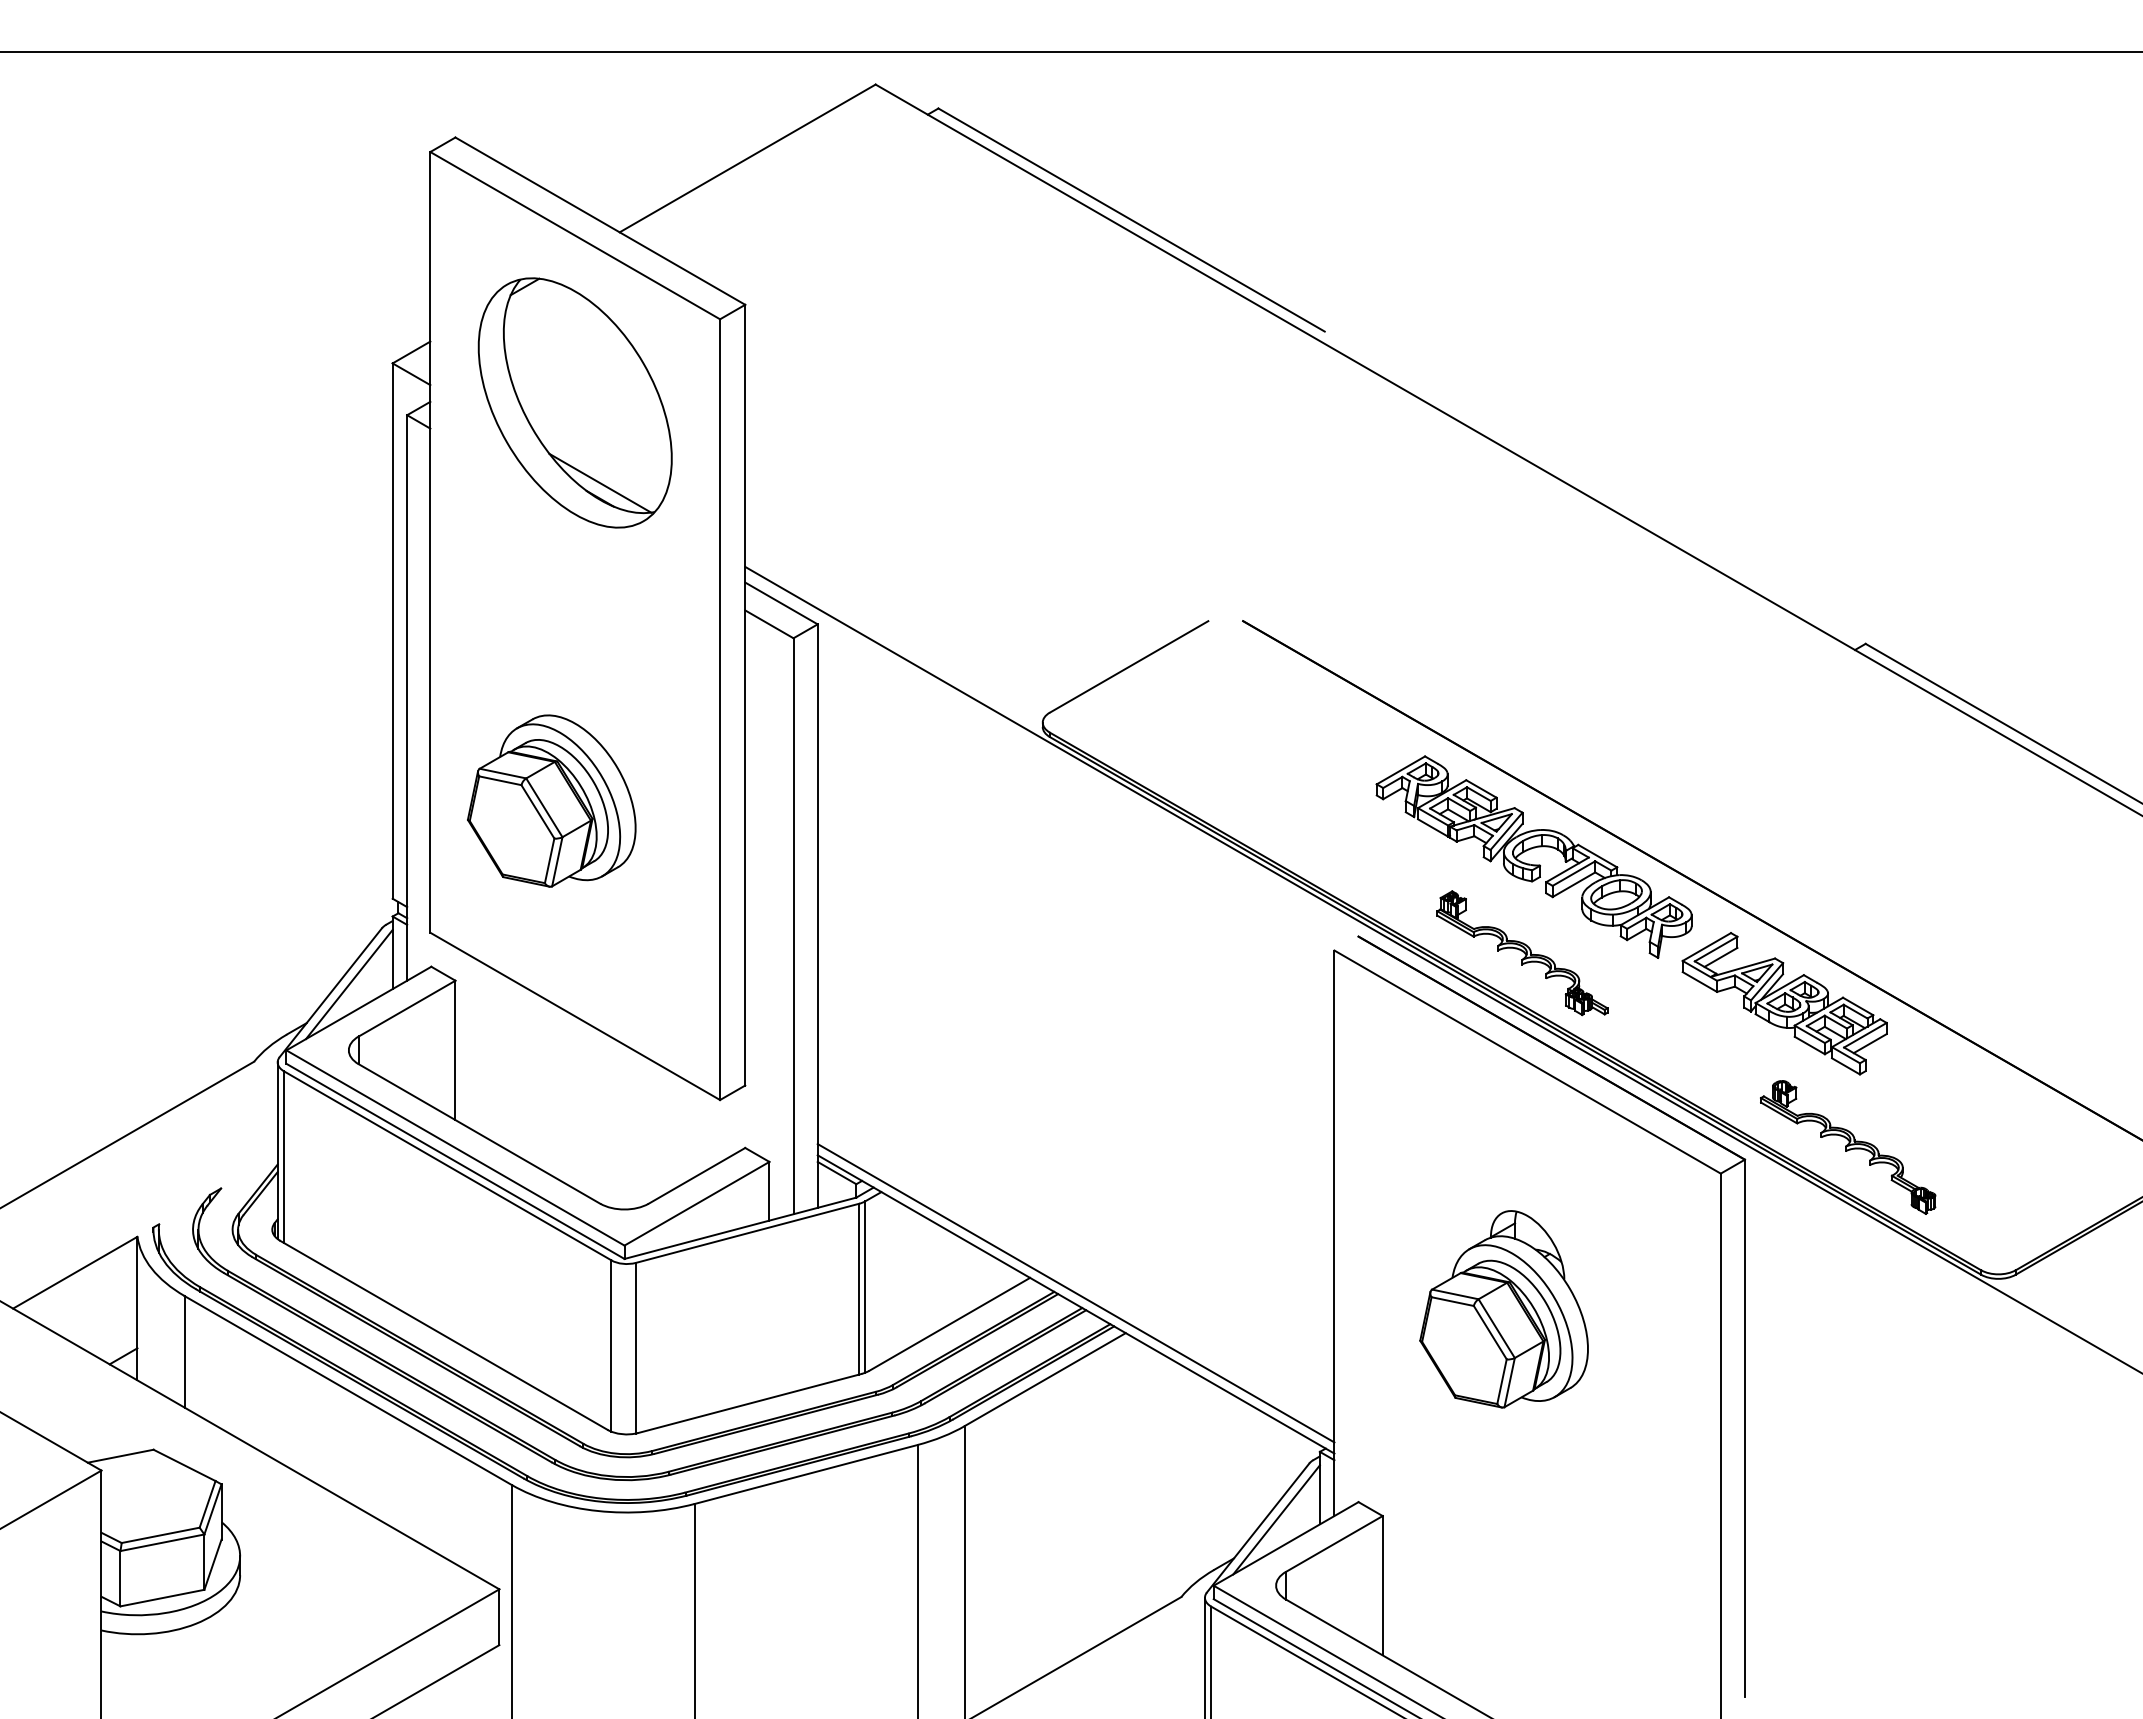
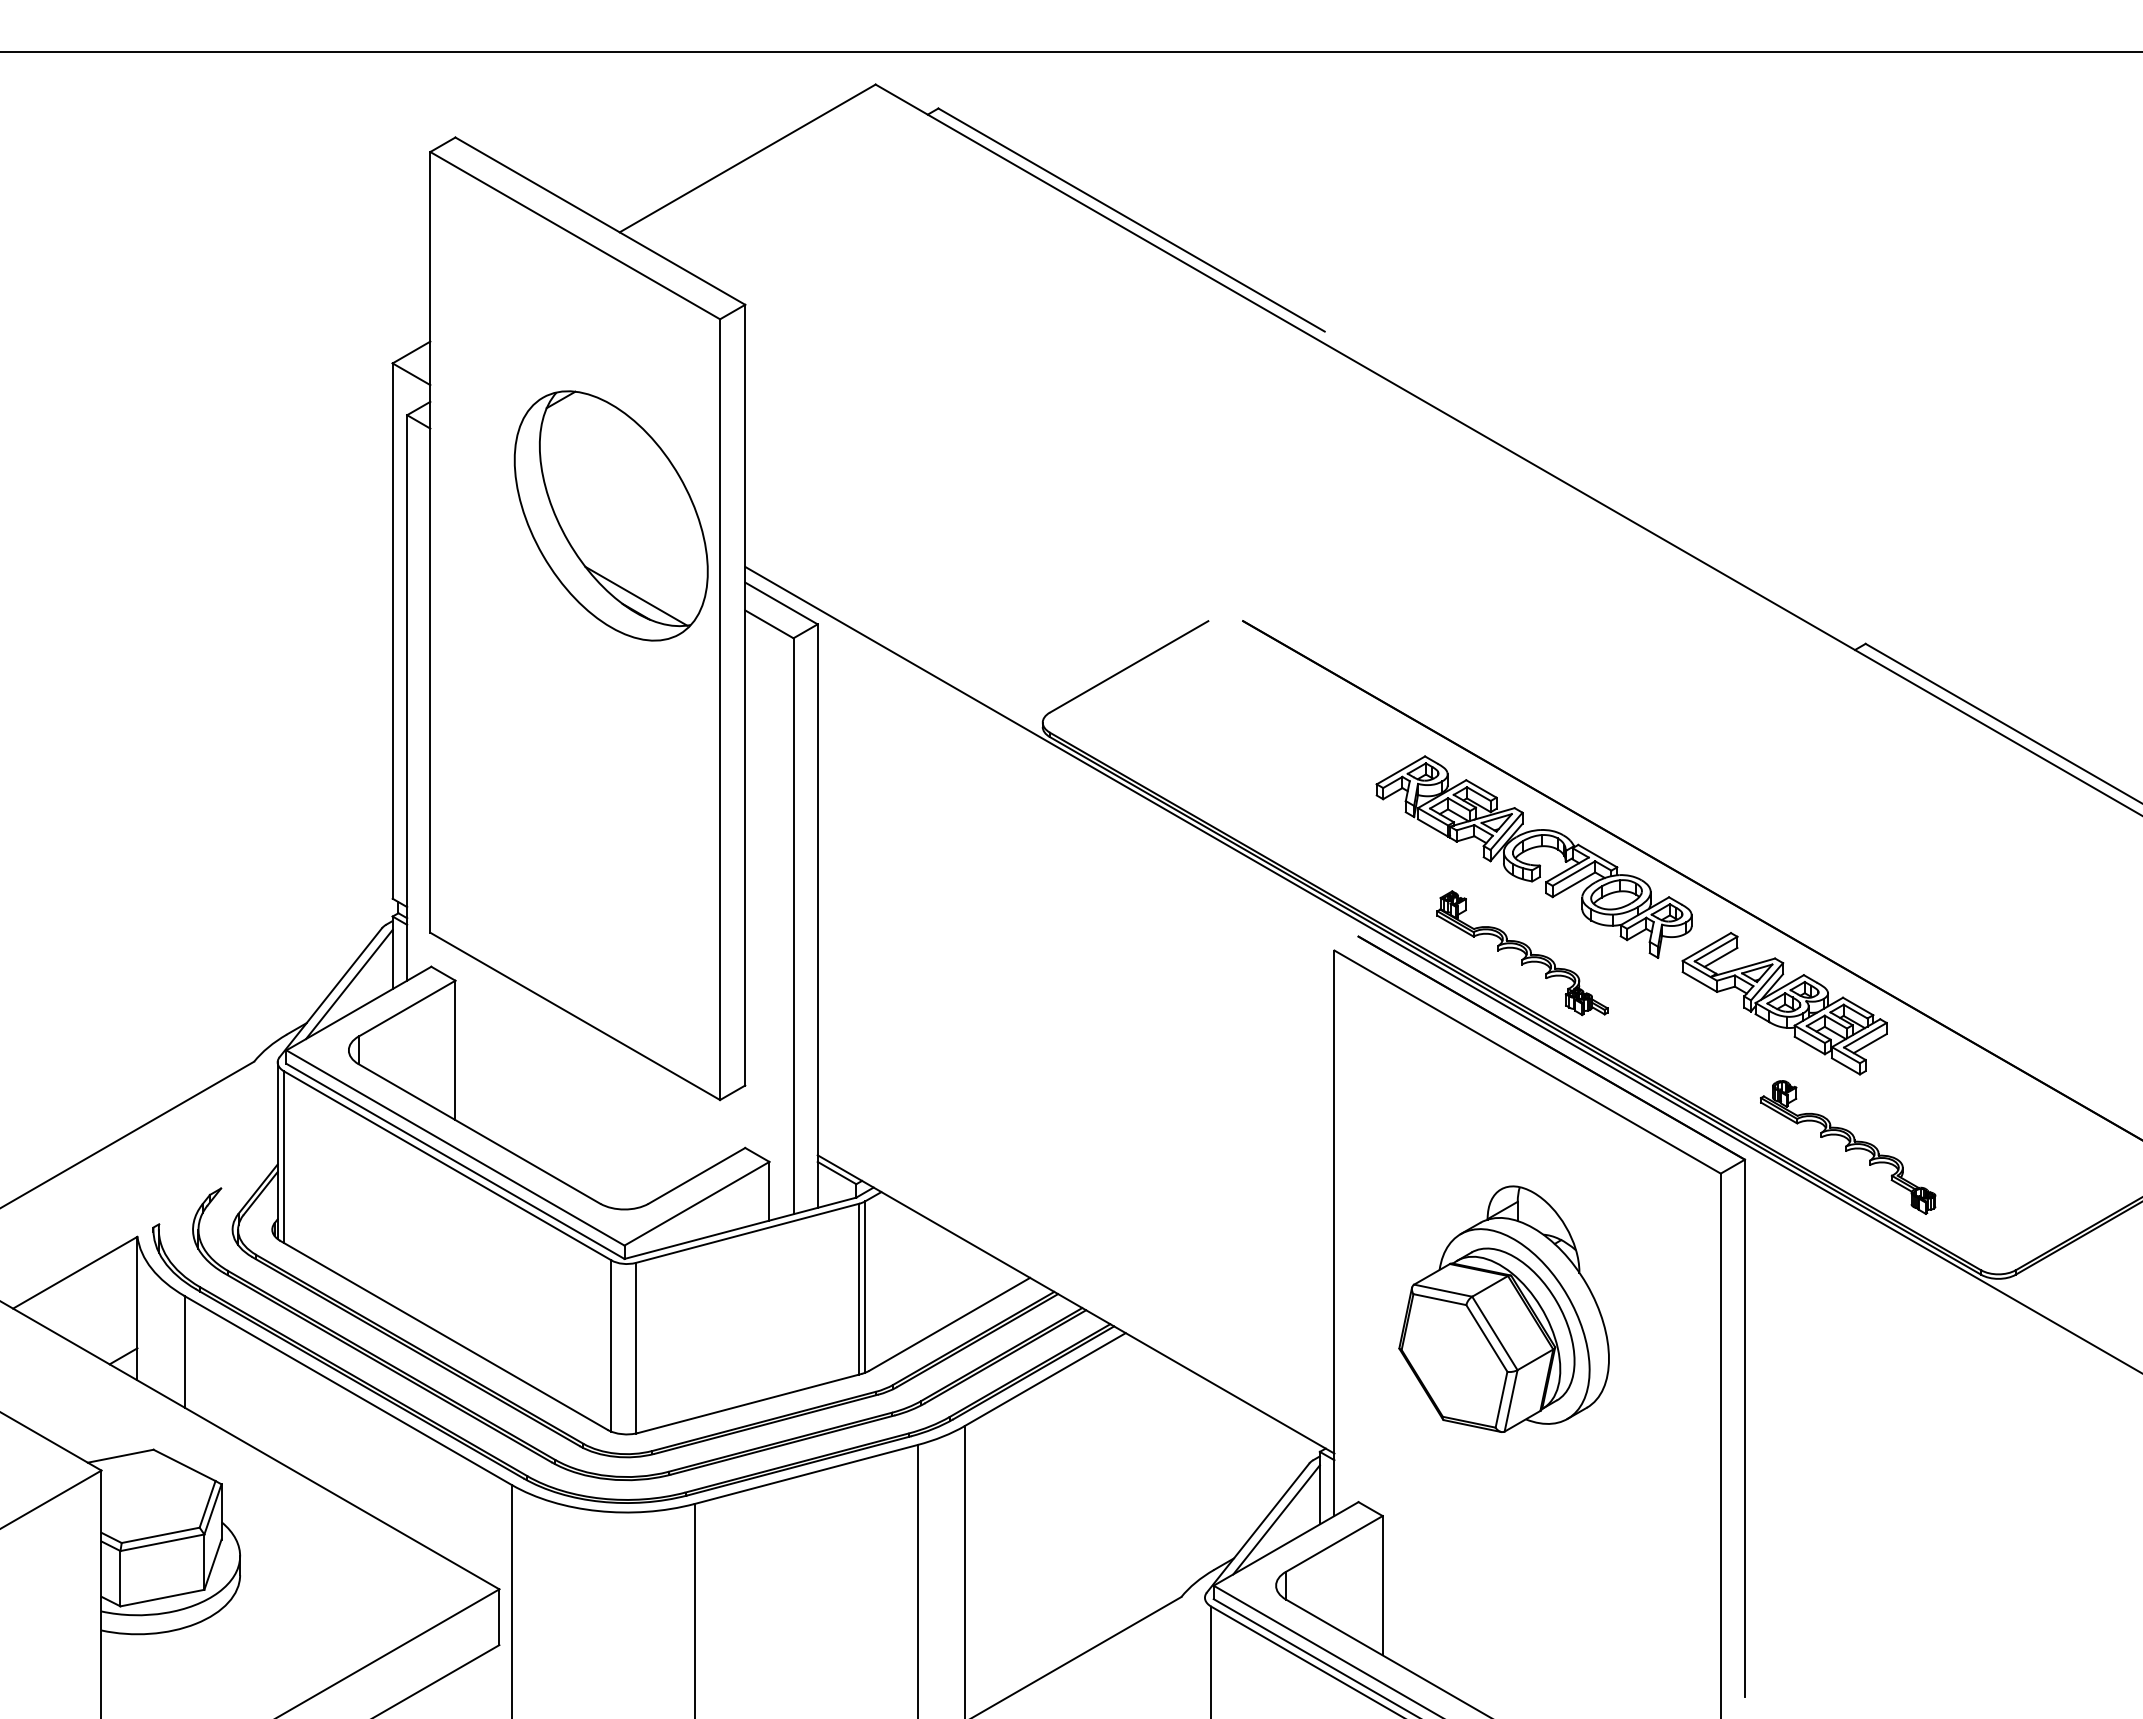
part at (574, 402) position: (574, 402) -> (610, 515)
part at (551, 800): present -> none
line at (1075, 1293): present -> none
part at (1503, 1309) size: 170x199 px -> 212x248 px
line at (1204, 1656): present -> none
